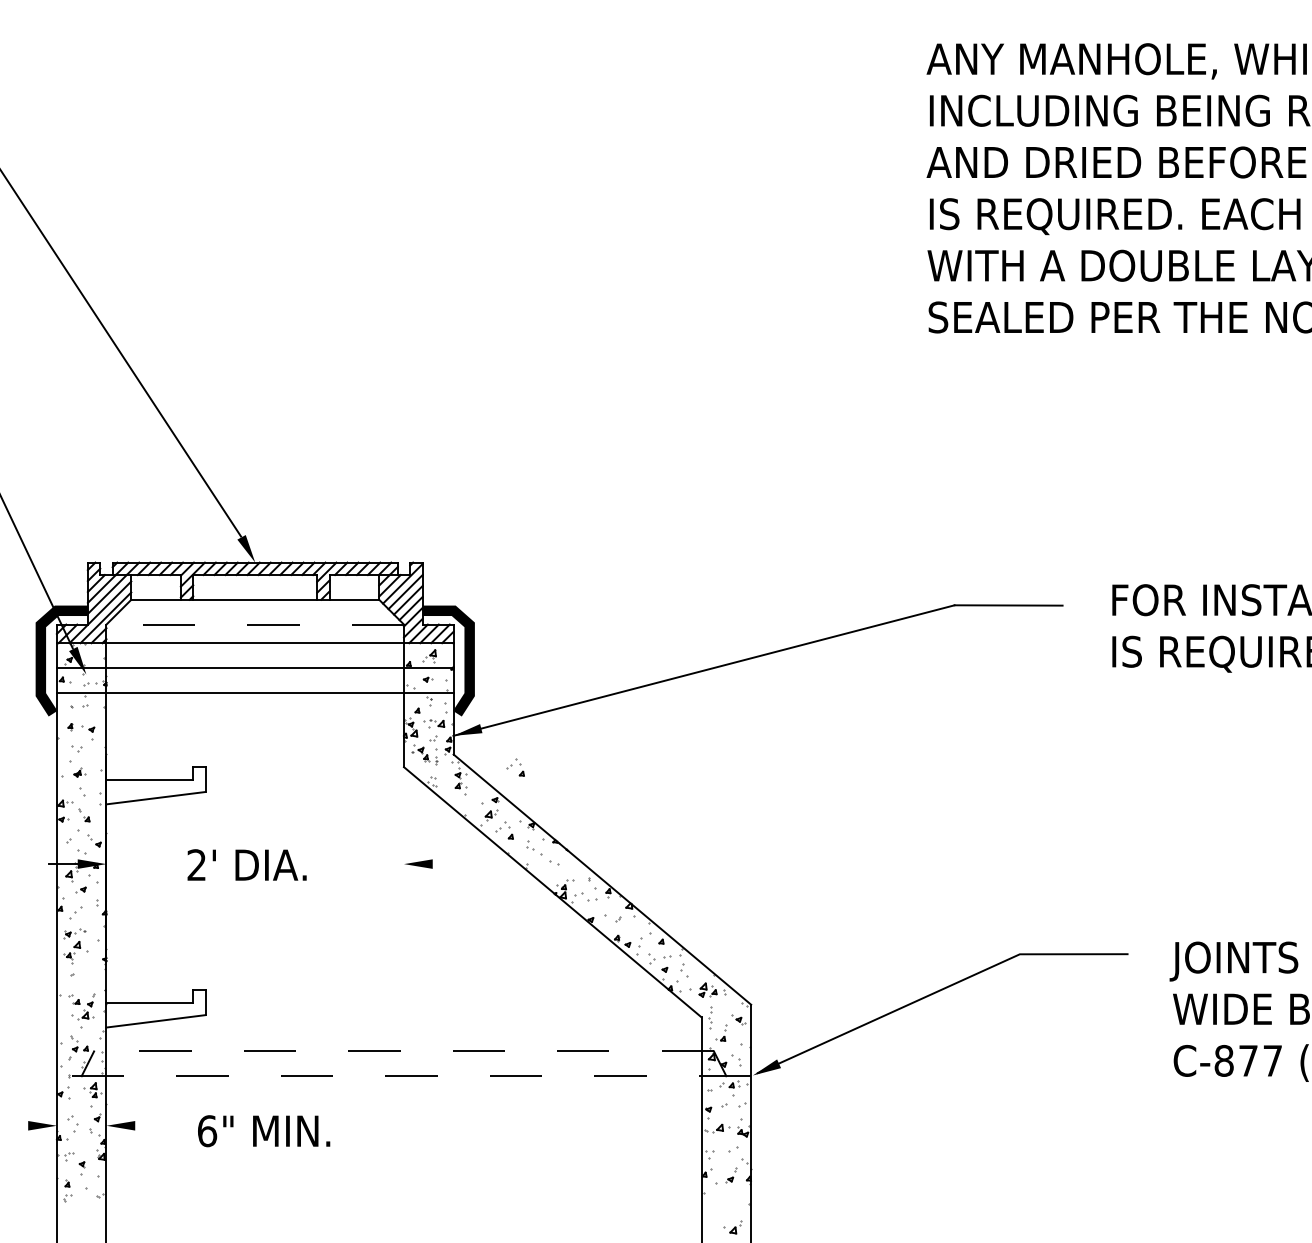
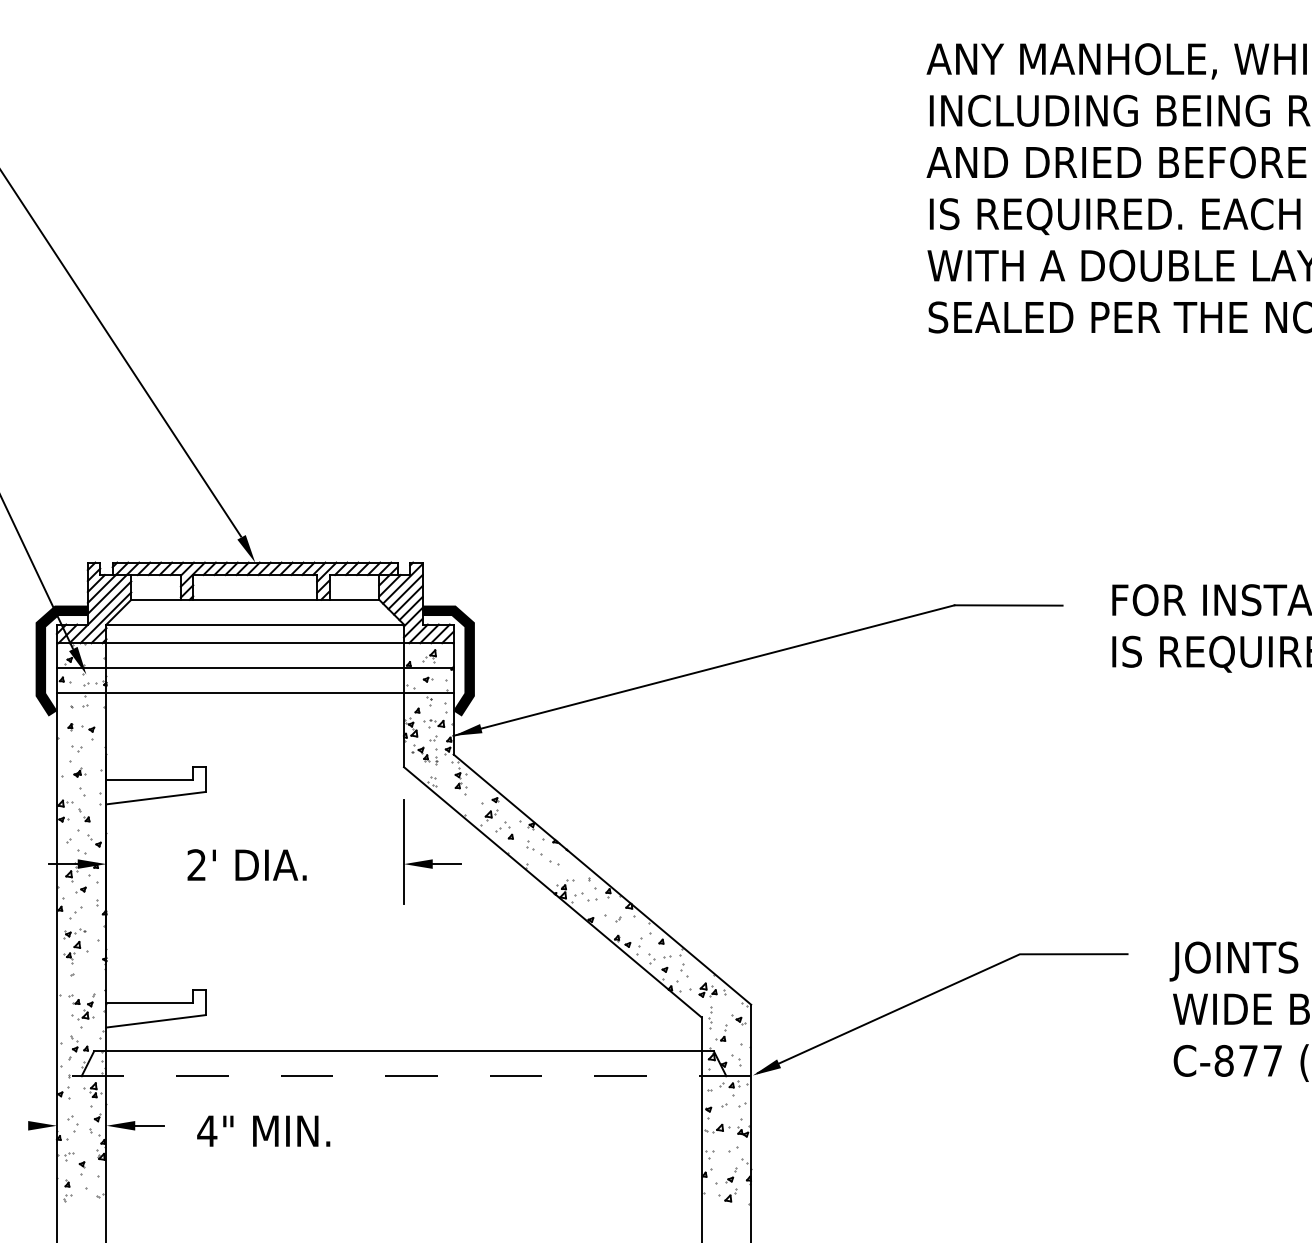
line at (255, 624): dashed -> solid
part at (515, 767): present -> none
line at (404, 851): none -> present
line at (446, 864): none -> present
line at (404, 1051): dashed -> solid
line at (149, 1125): none -> present
text at (207, 1131): 6" -> 4"
part at (732, 1227) position: (732, 1227) -> (727, 1195)
